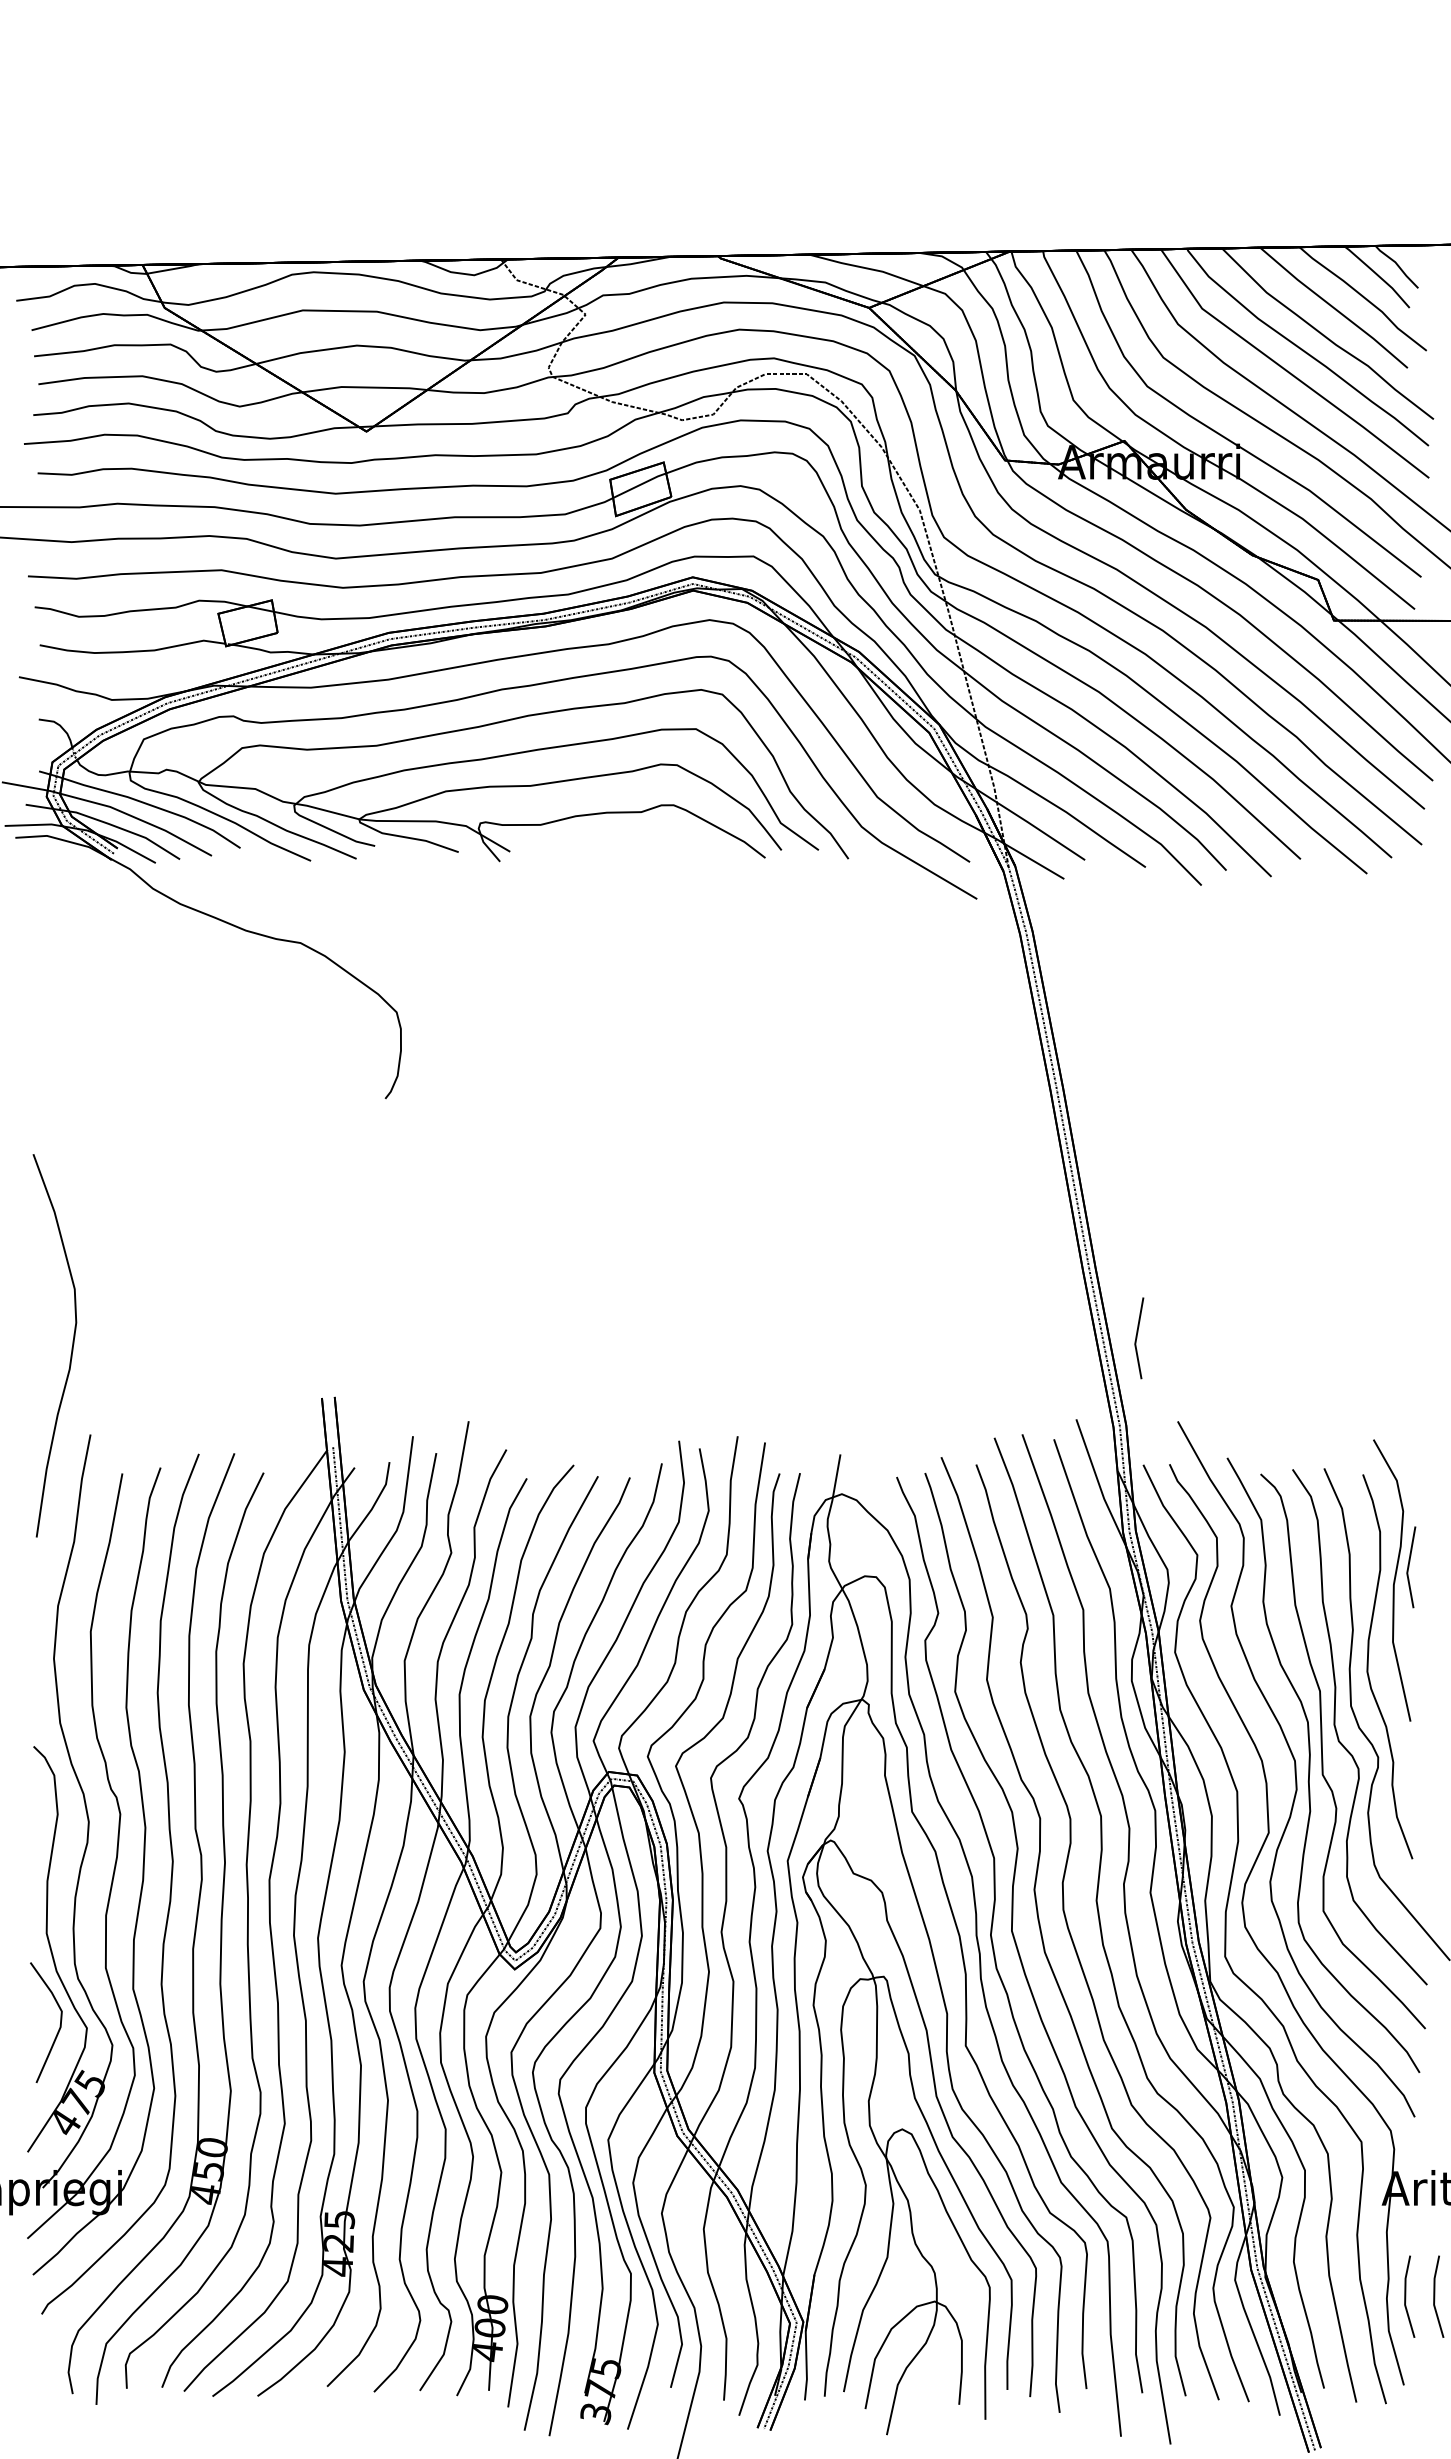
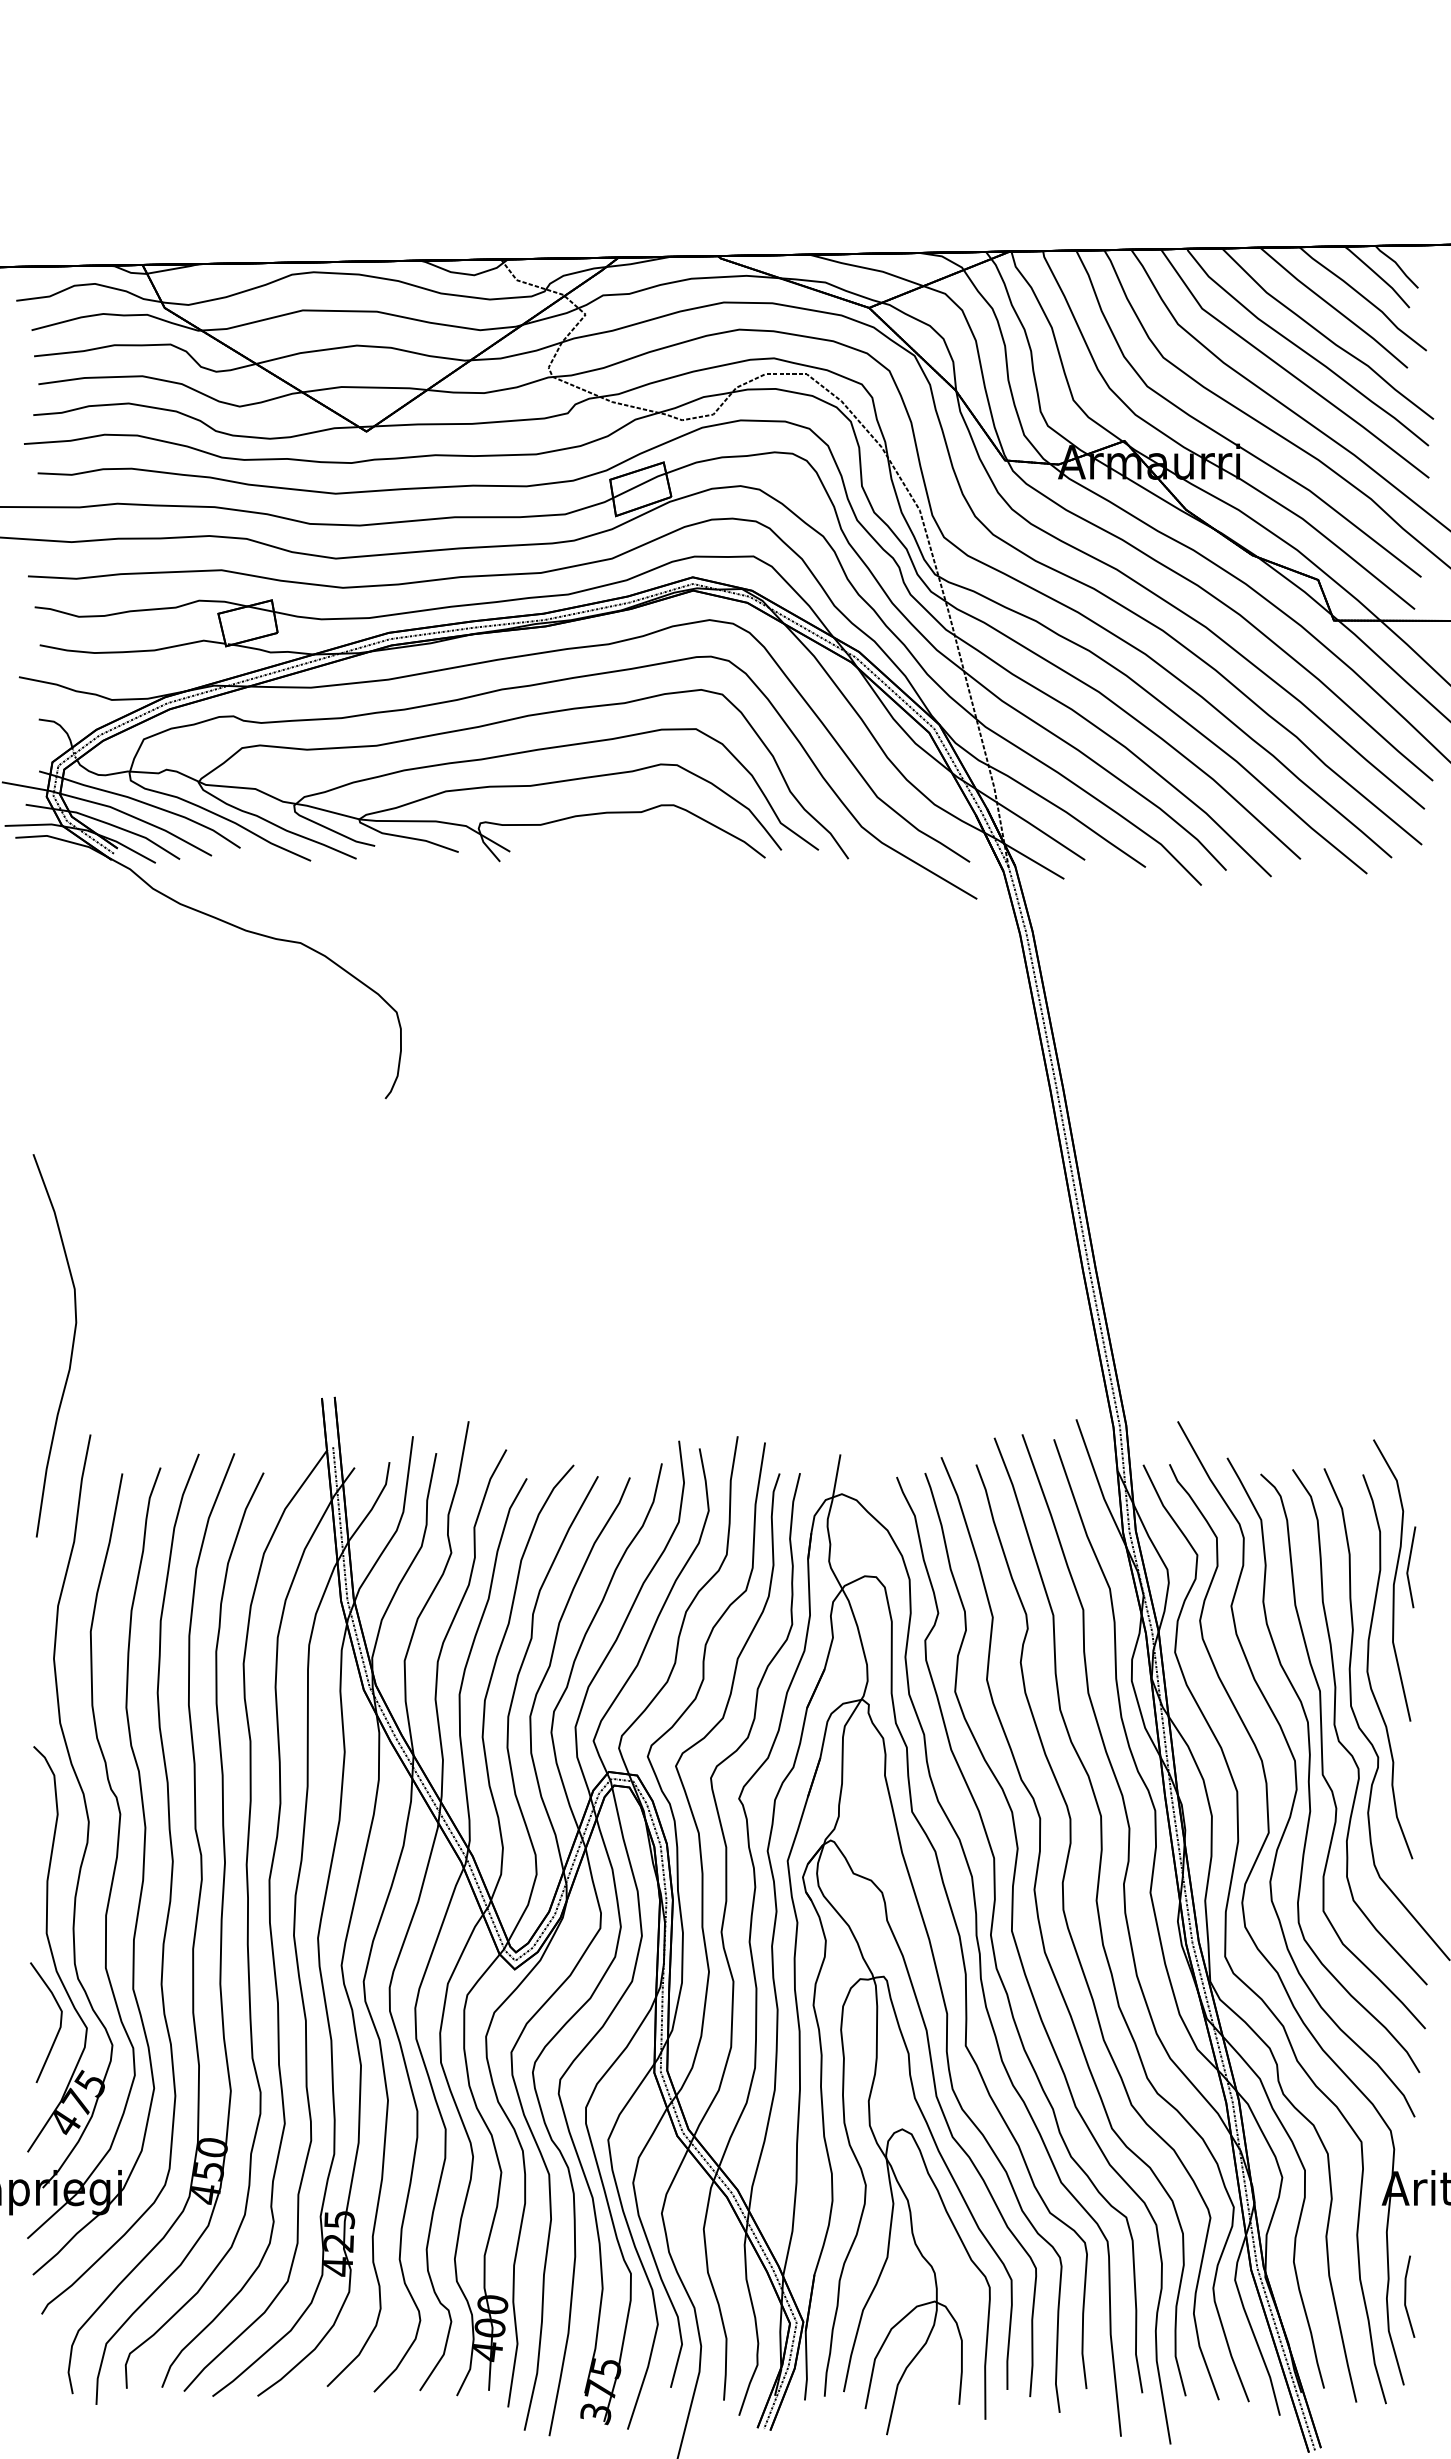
line at (1137, 1338): present -> none
line at (1435, 2296): present -> none
